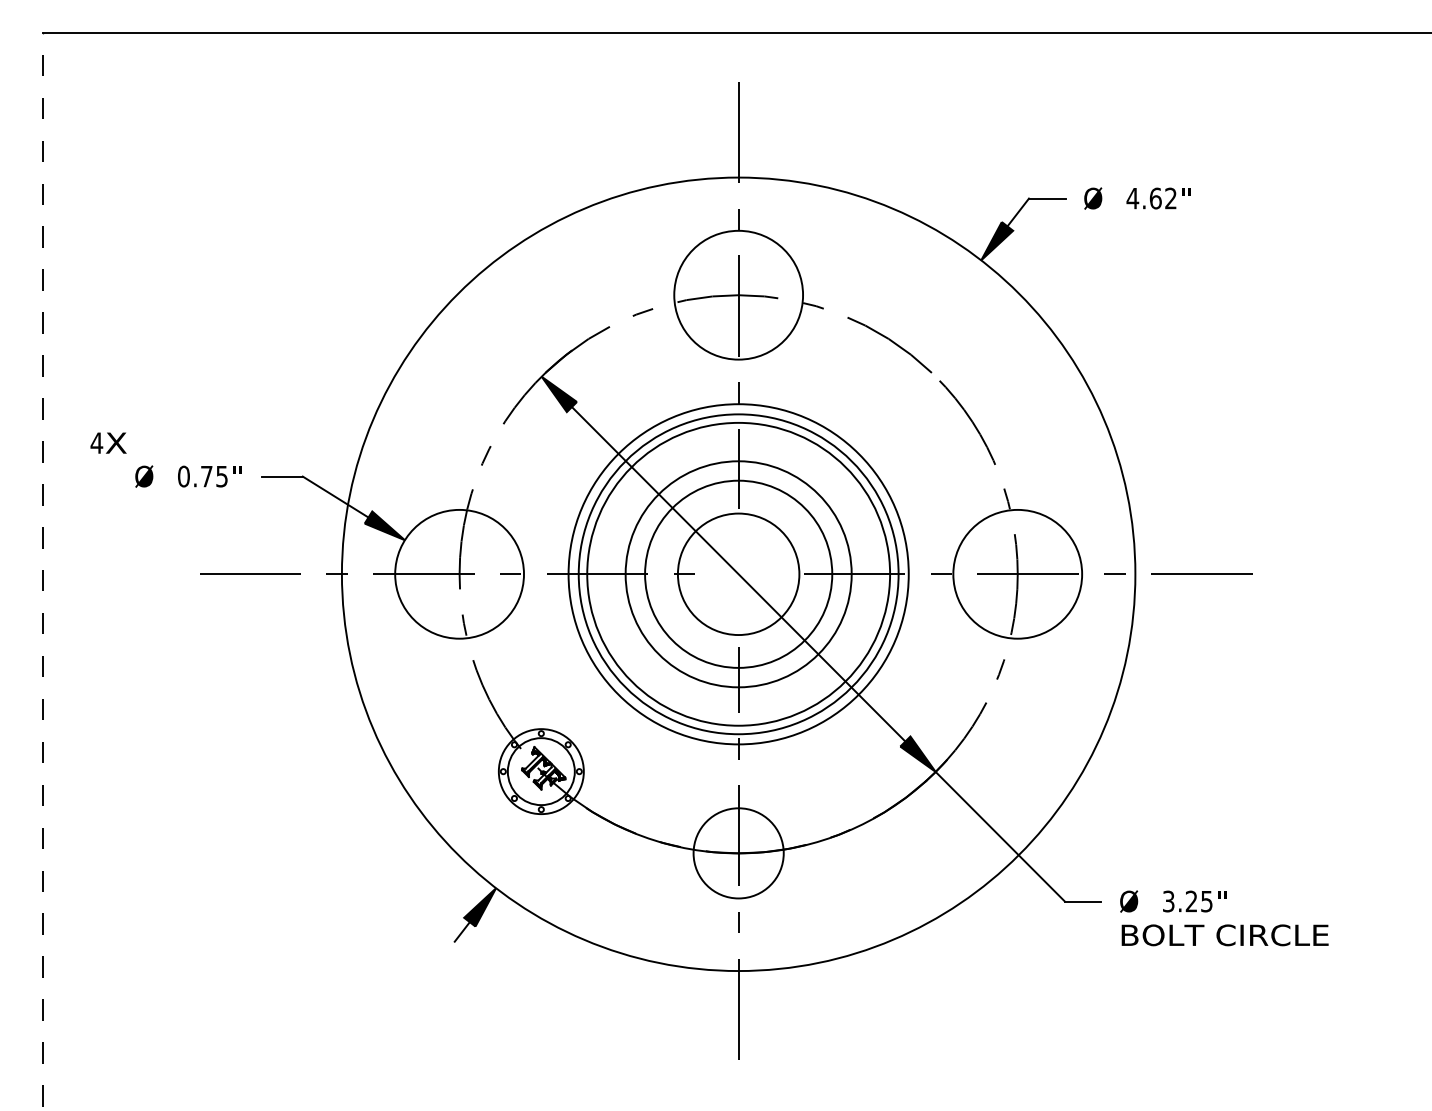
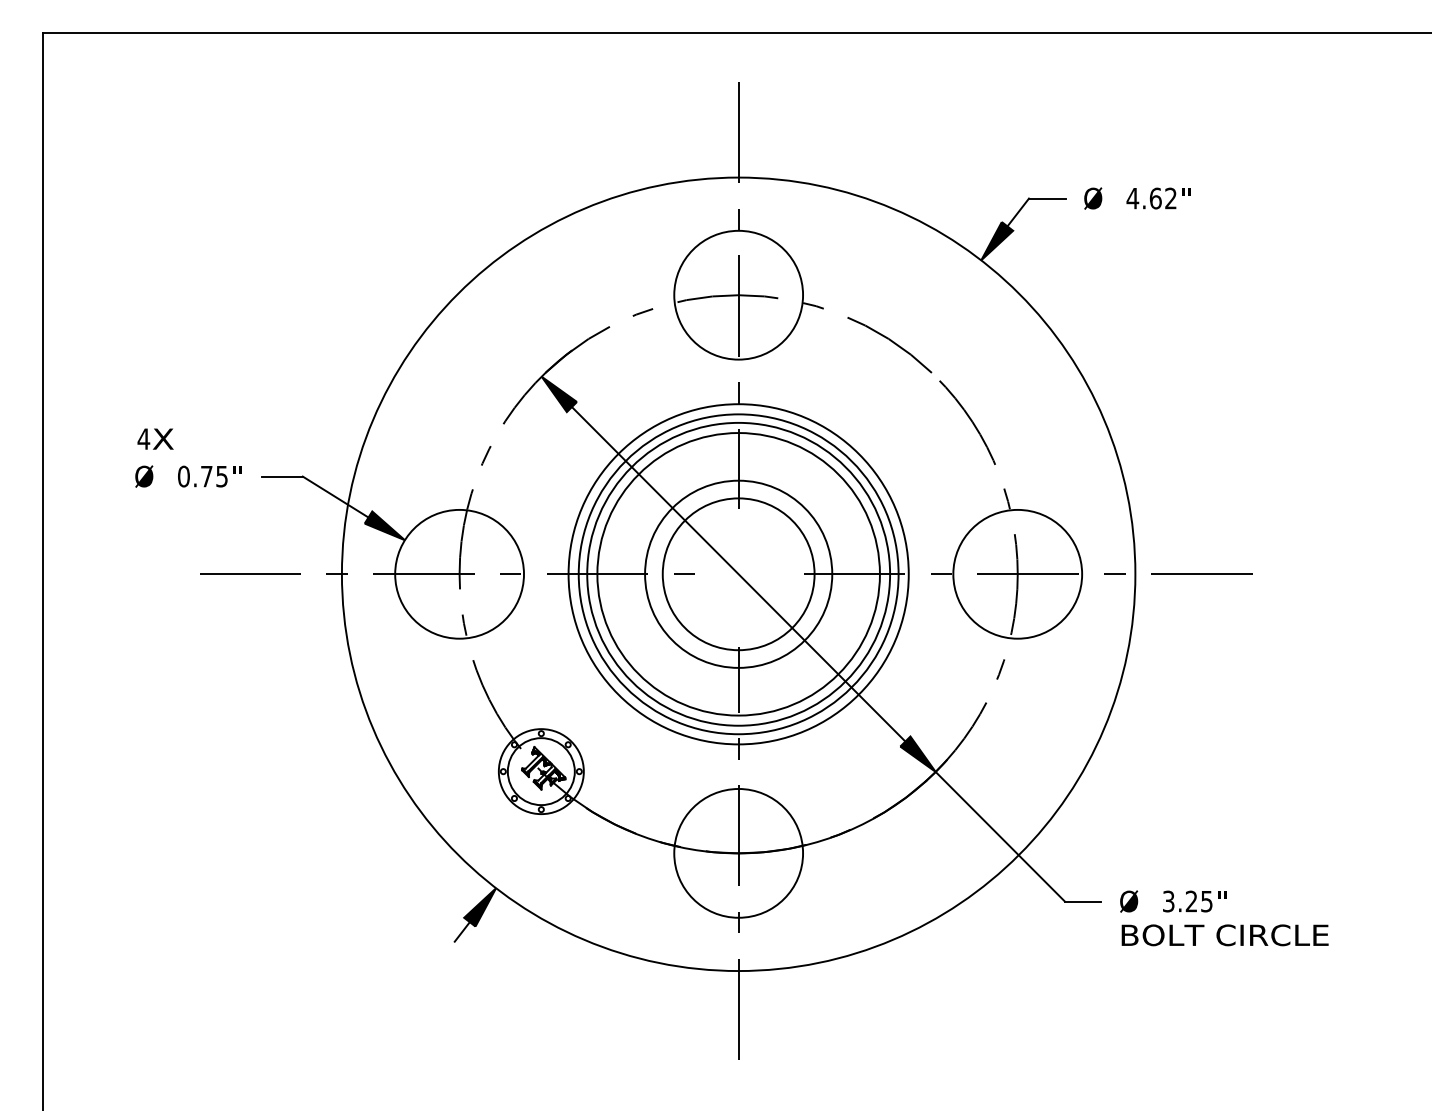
text at (108, 442) position: (108, 442) -> (155, 438)
line at (42, 572): dashed -> solid
circle at (738, 574) diameter: 121 px -> 152 px
circle at (738, 574) diameter: 226 px -> 283 px
circle at (738, 853) diameter: 90 px -> 129 px
